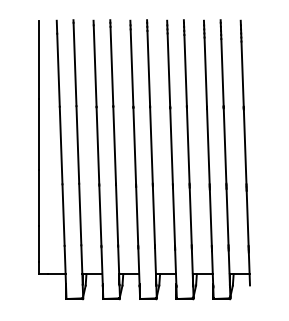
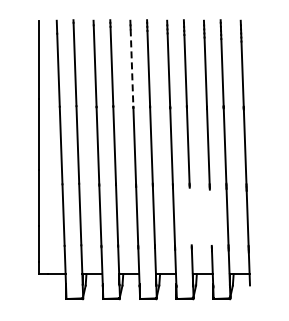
line at (132, 68): solid -> dashed
line at (190, 216): present -> none
line at (210, 217): present -> none
